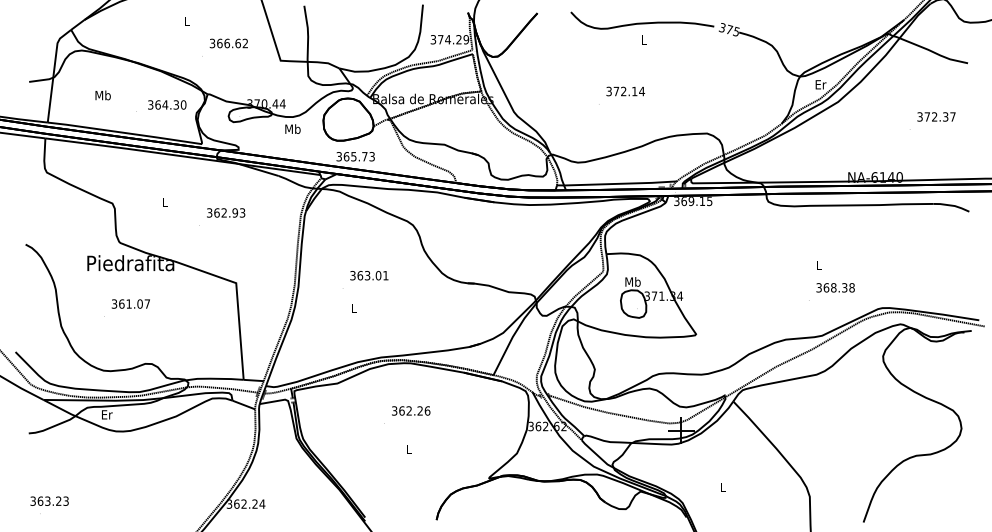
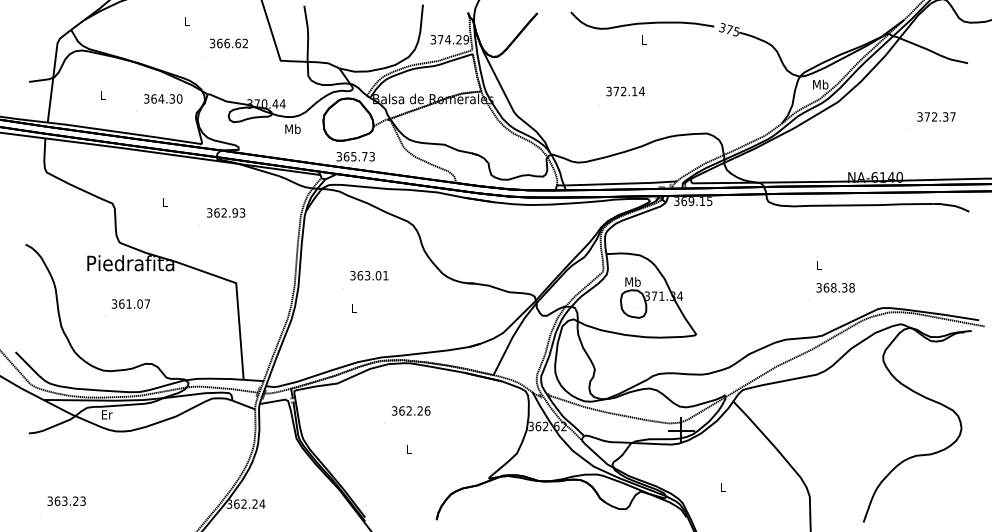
text at (820, 84): Er -> Mb
text at (102, 95): Mb -> L
text at (167, 104) position: (167, 104) -> (163, 98)
text at (49, 500) position: (49, 500) -> (66, 500)
